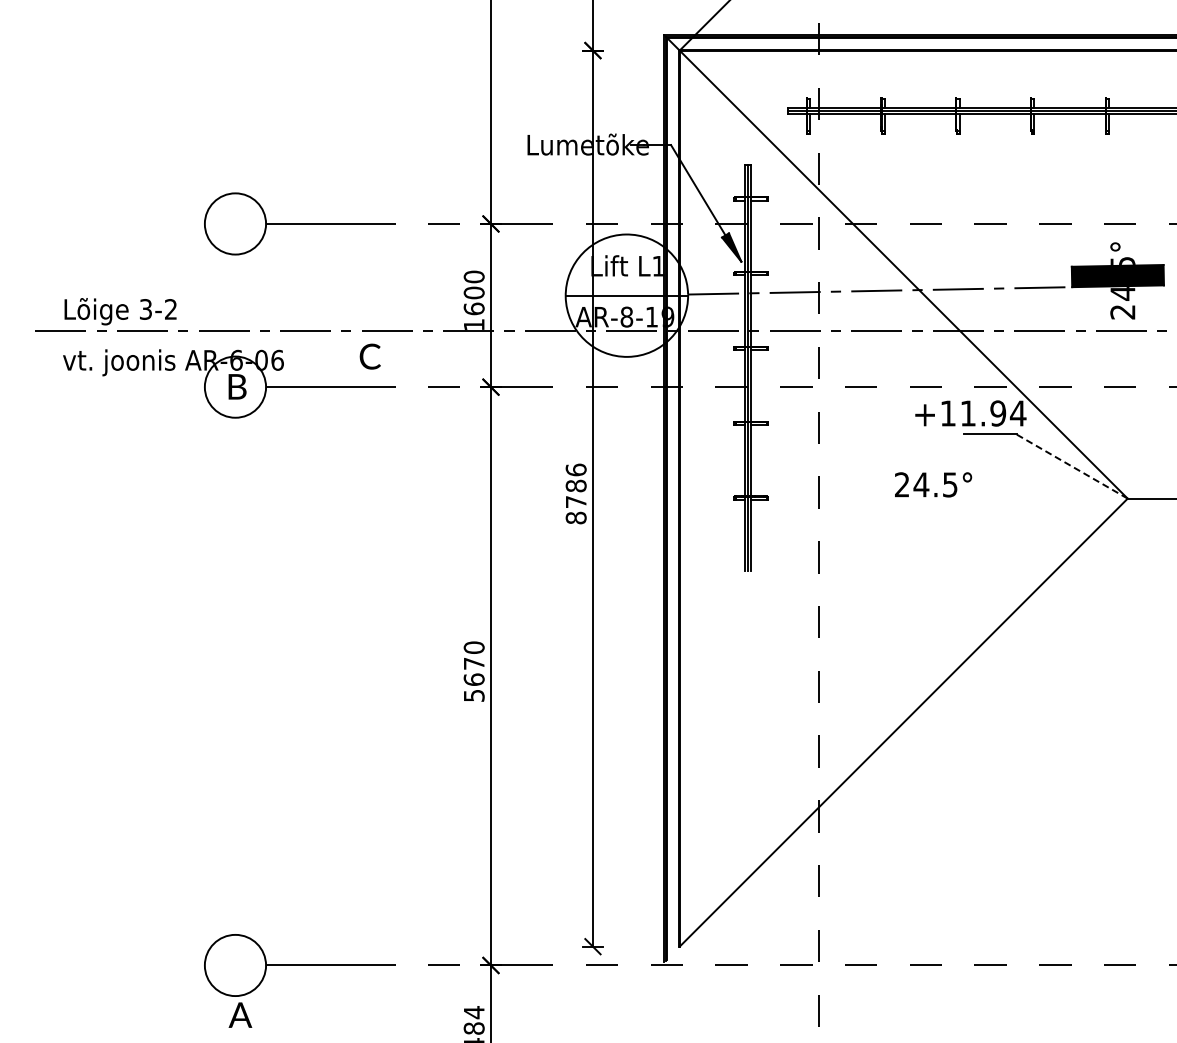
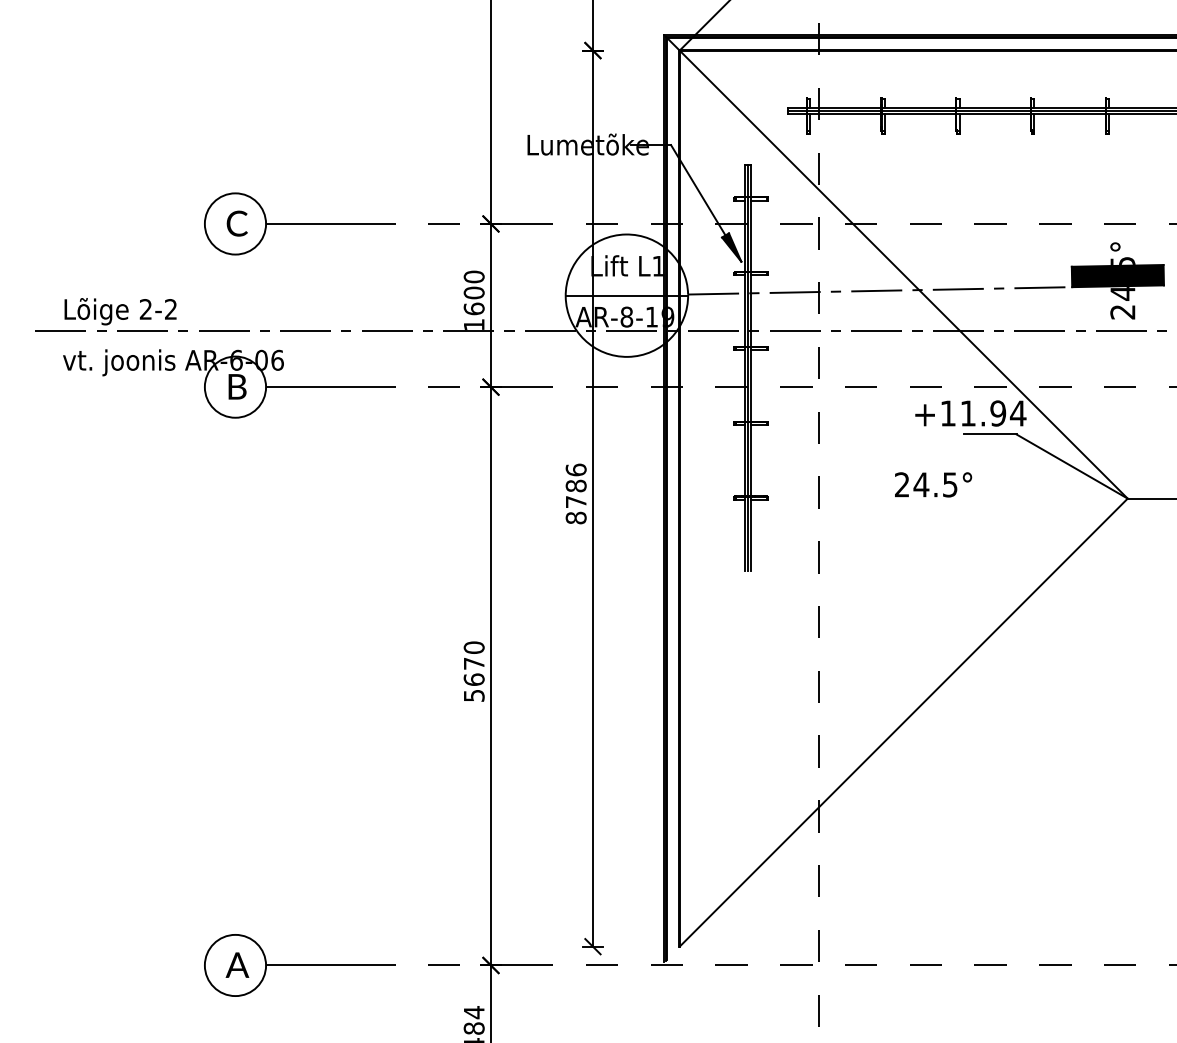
text at (145, 309): 3-2 -> 2-2
text at (369, 356) position: (369, 356) -> (236, 223)
line at (1071, 466): dashed -> solid
text at (240, 1014) position: (240, 1014) -> (237, 964)
